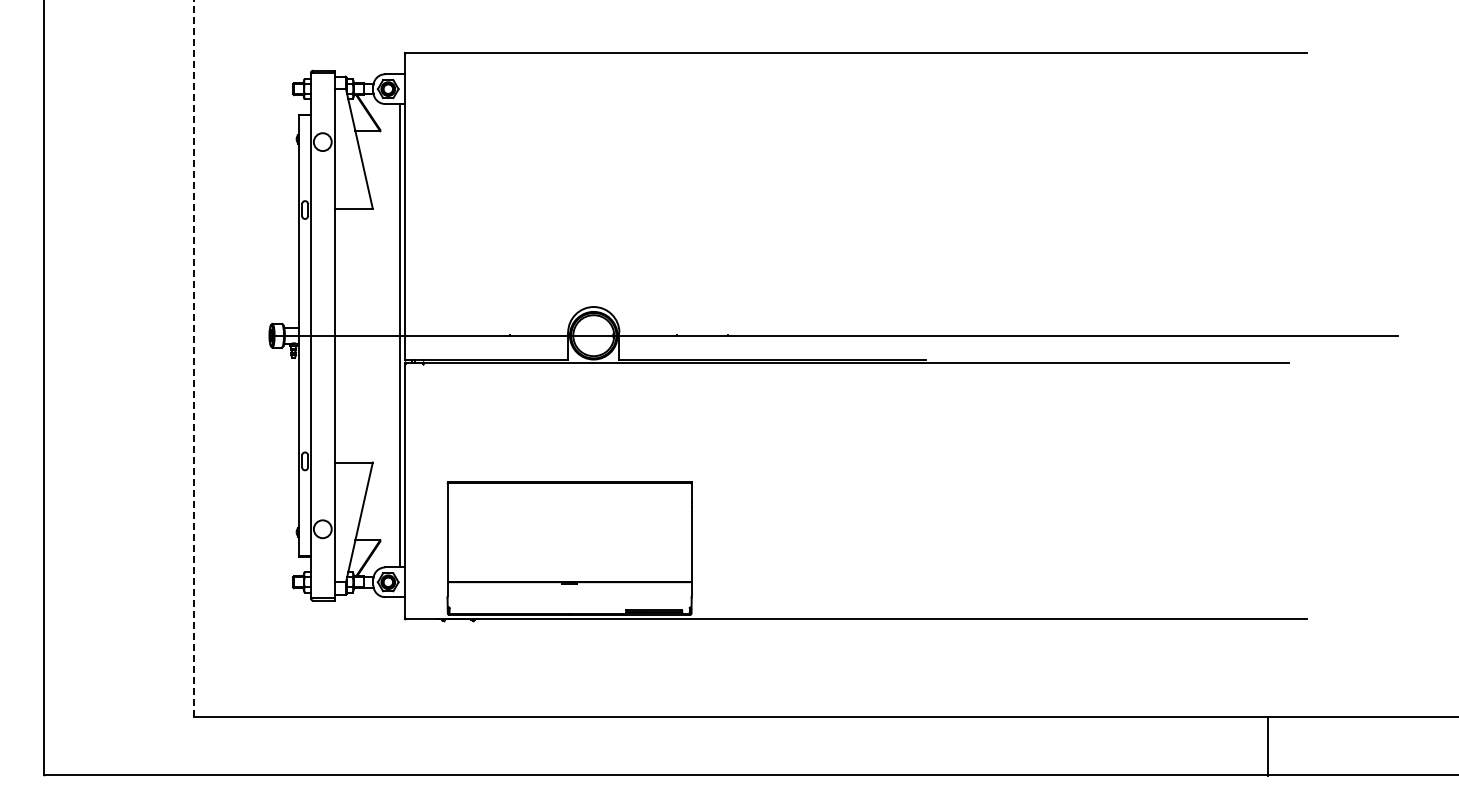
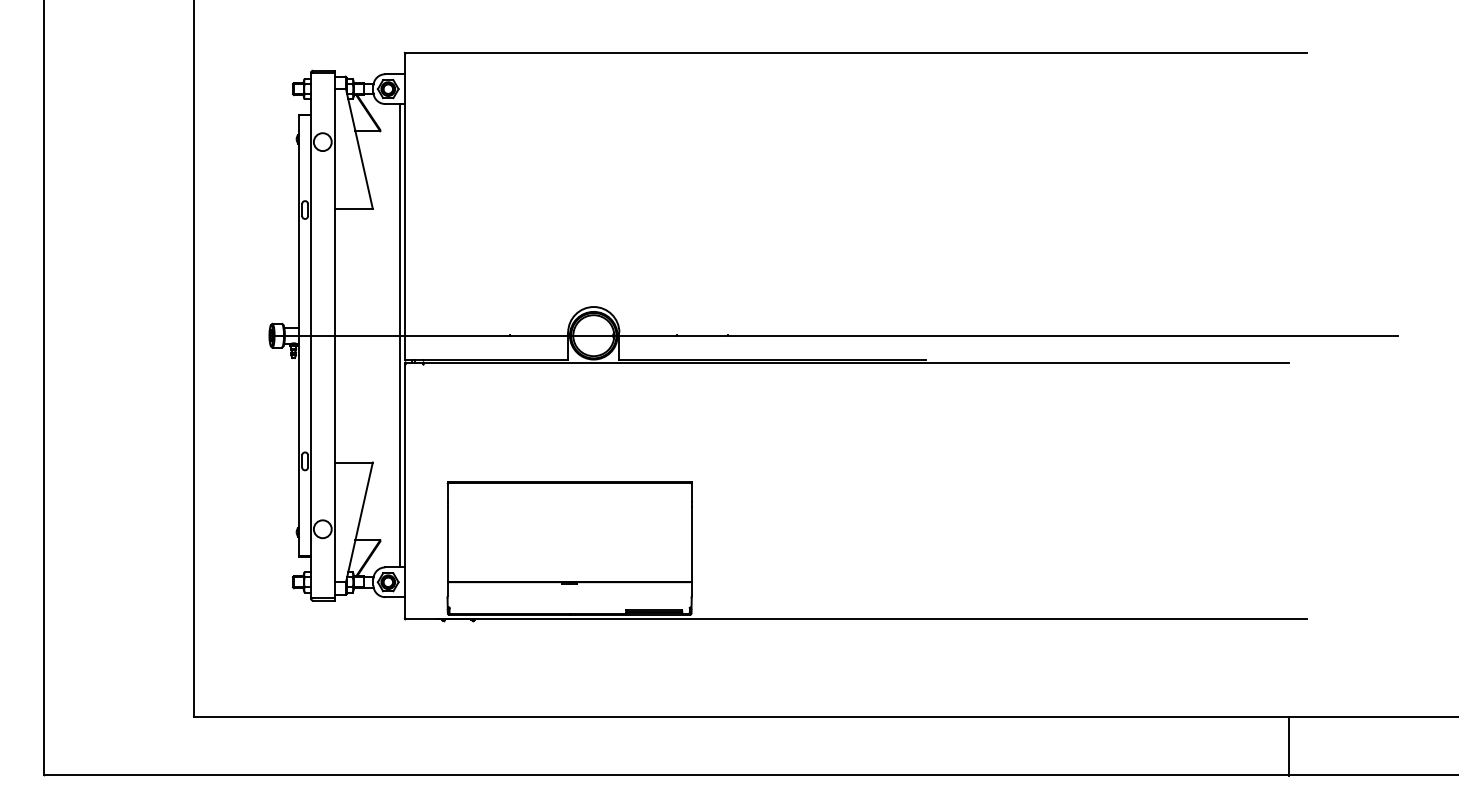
line at (193, 358): dashed -> solid
line at (1267, 746) position: (1267, 746) -> (1288, 746)
